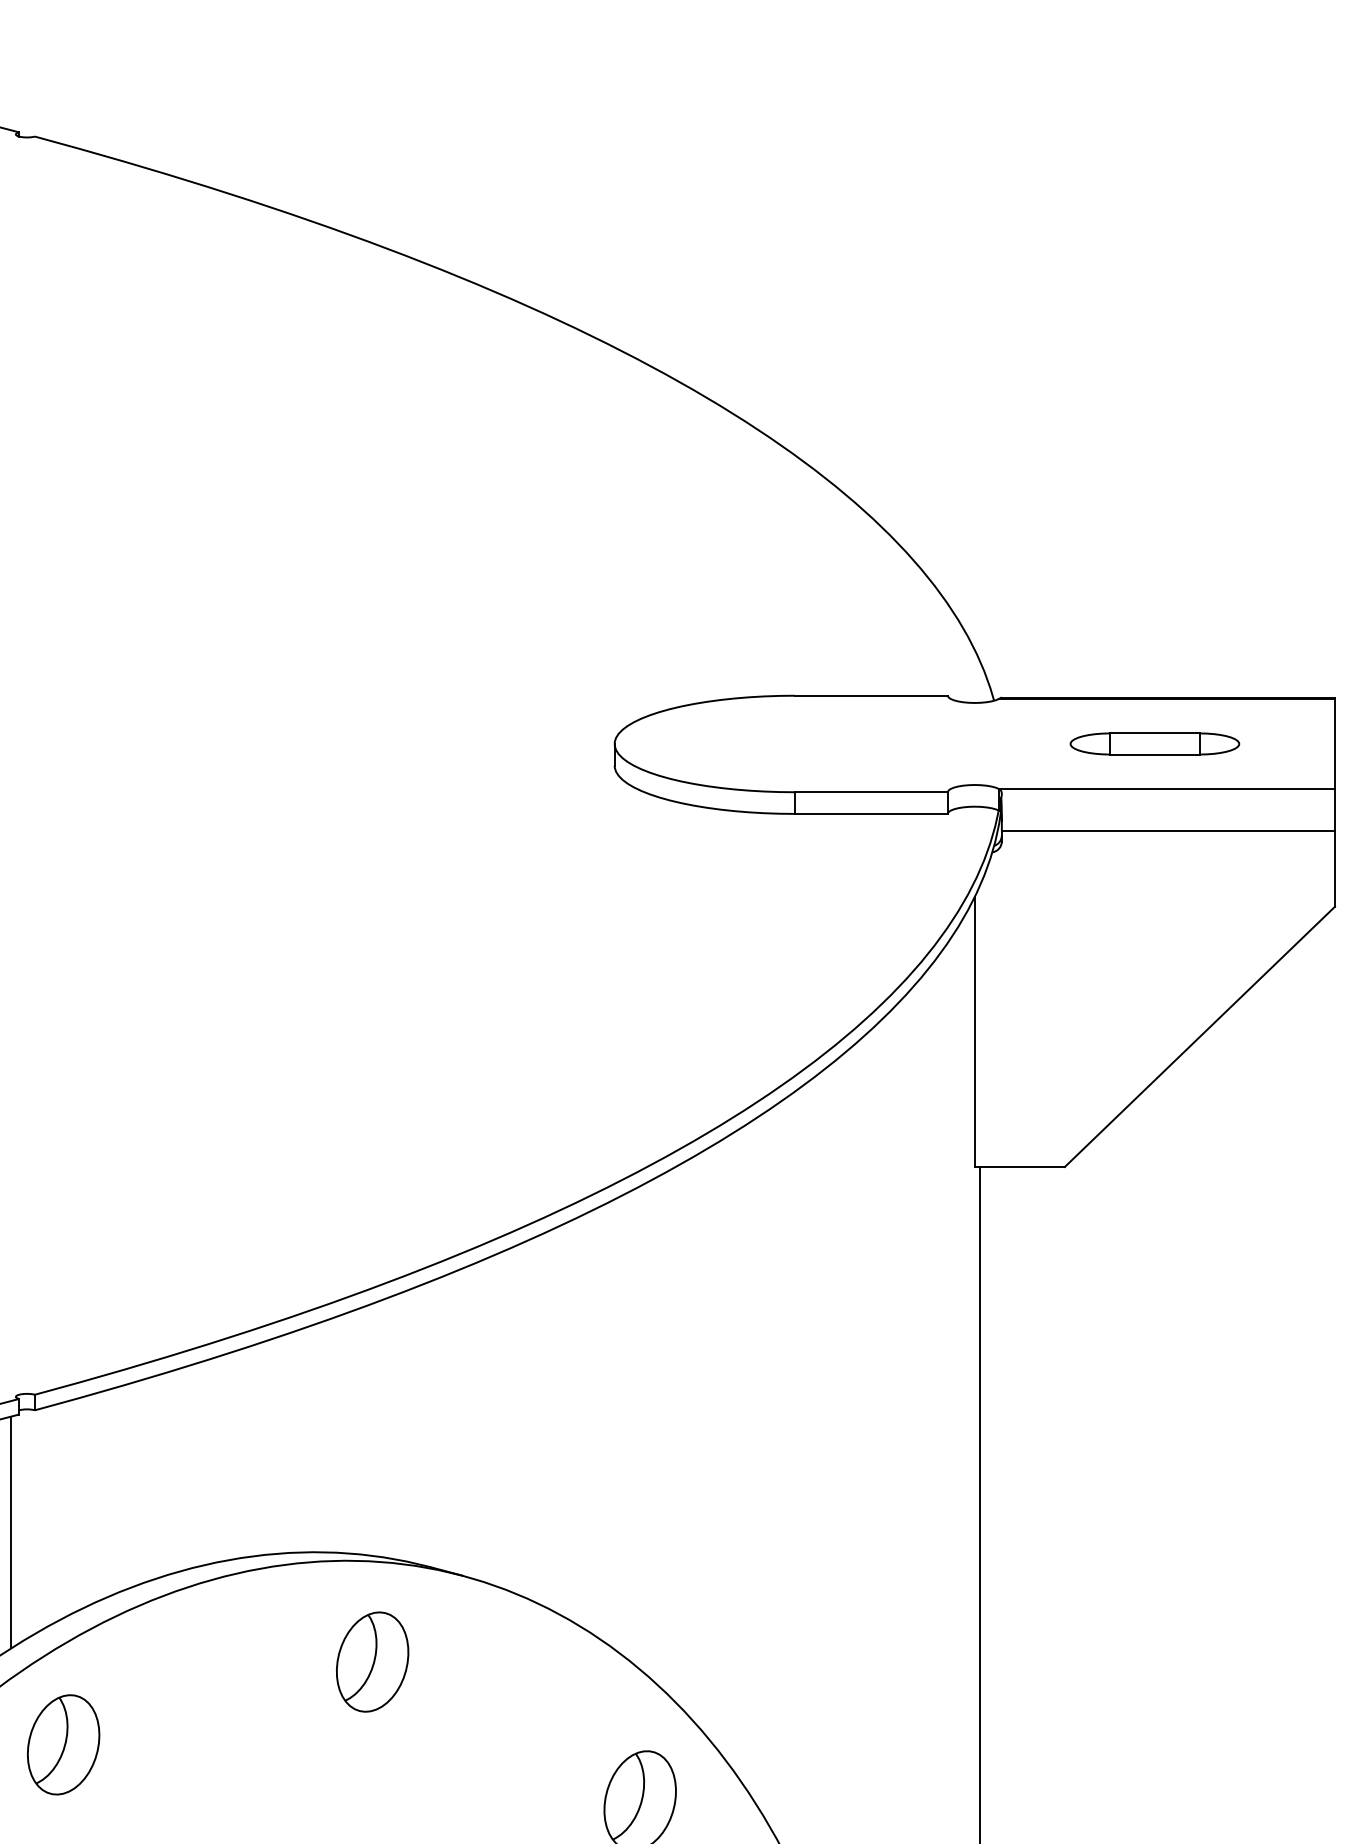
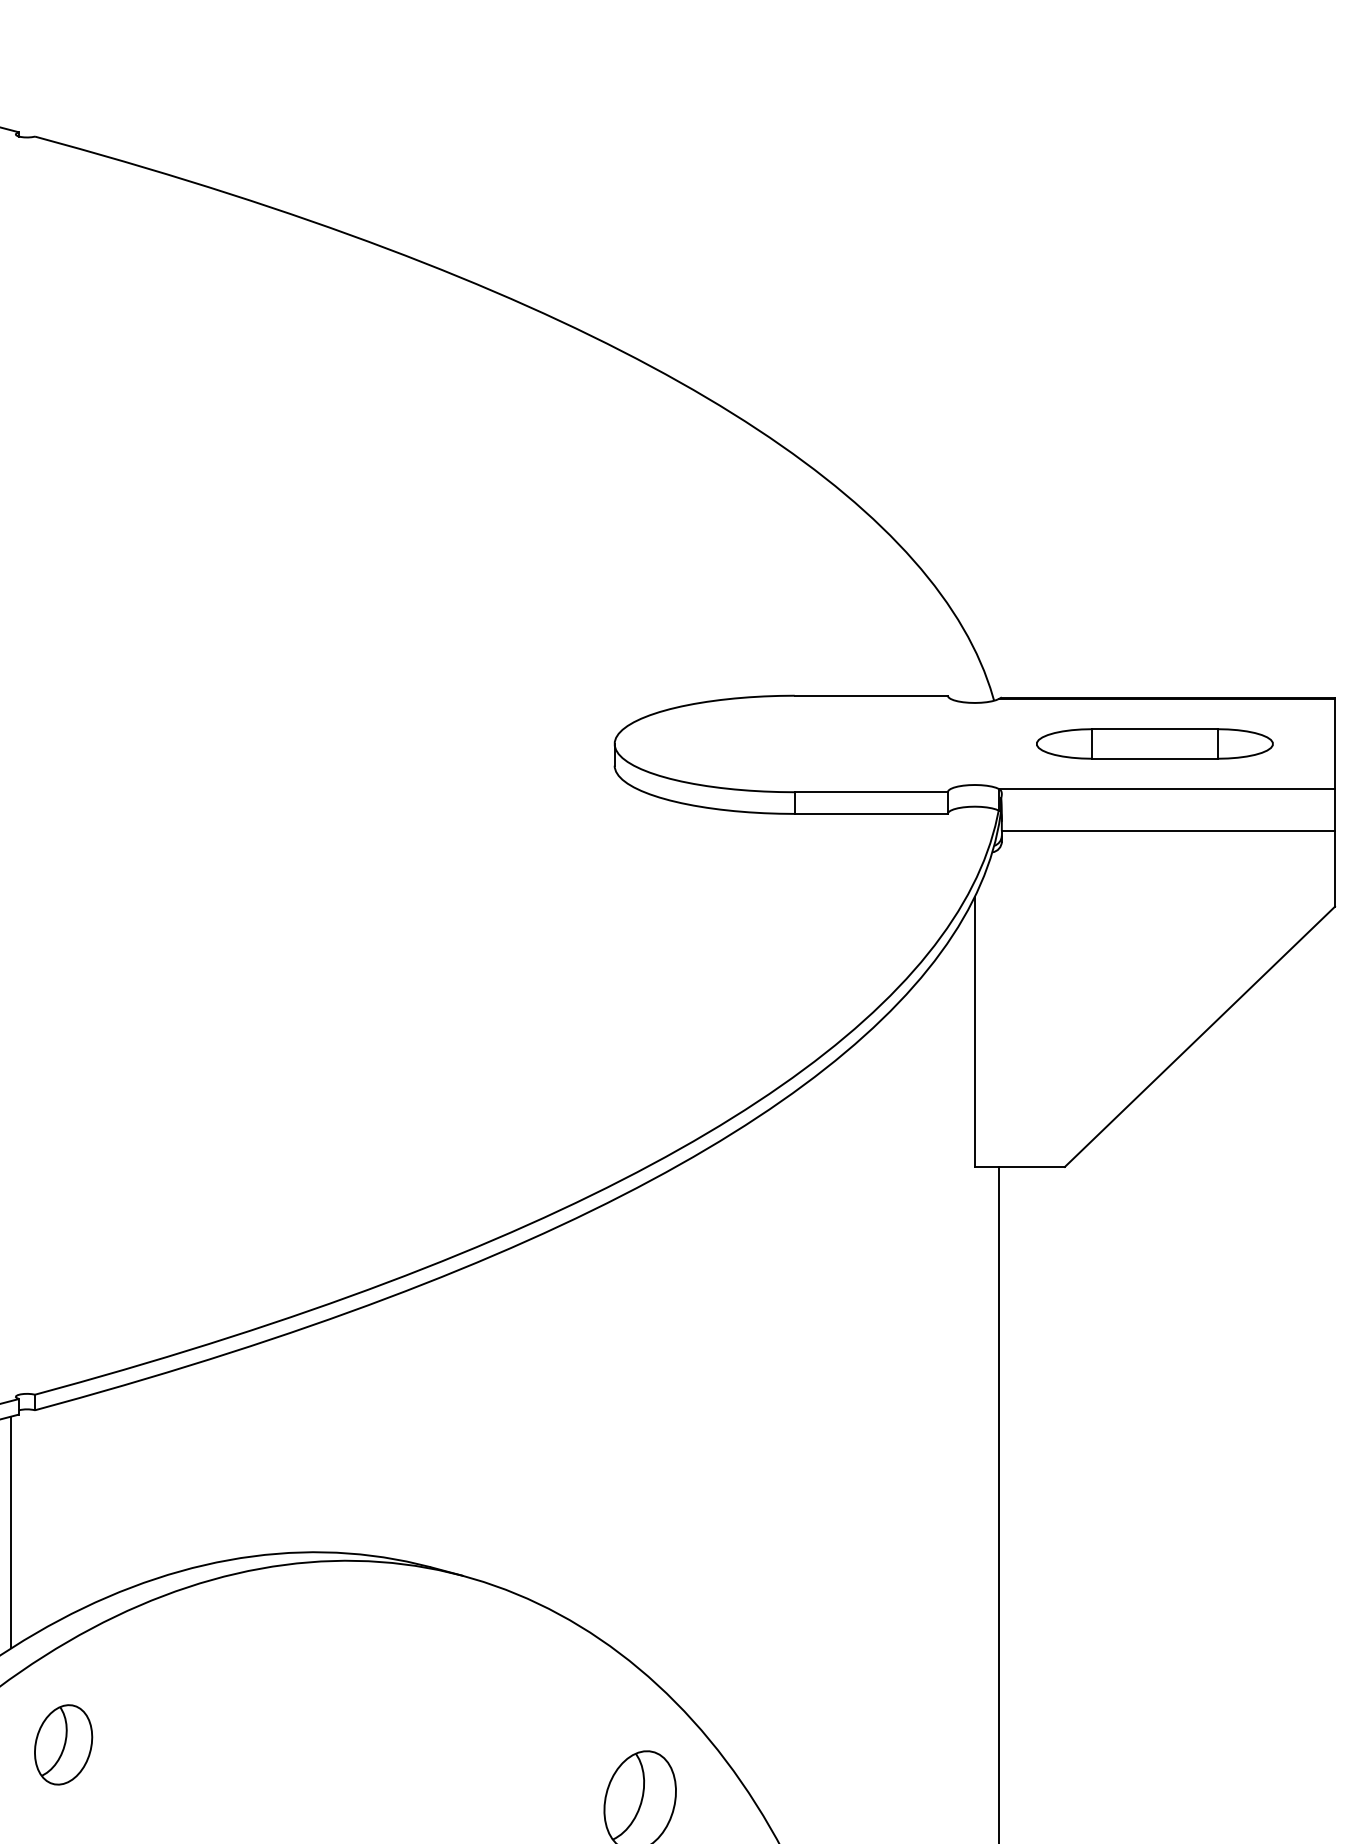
part at (1154, 743) size: 172x24 px -> 238x32 px
line at (980, 1503) position: (980, 1503) -> (999, 1503)
part at (372, 1661): present -> none
part at (63, 1744) size: 75x102 px -> 60x82 px
